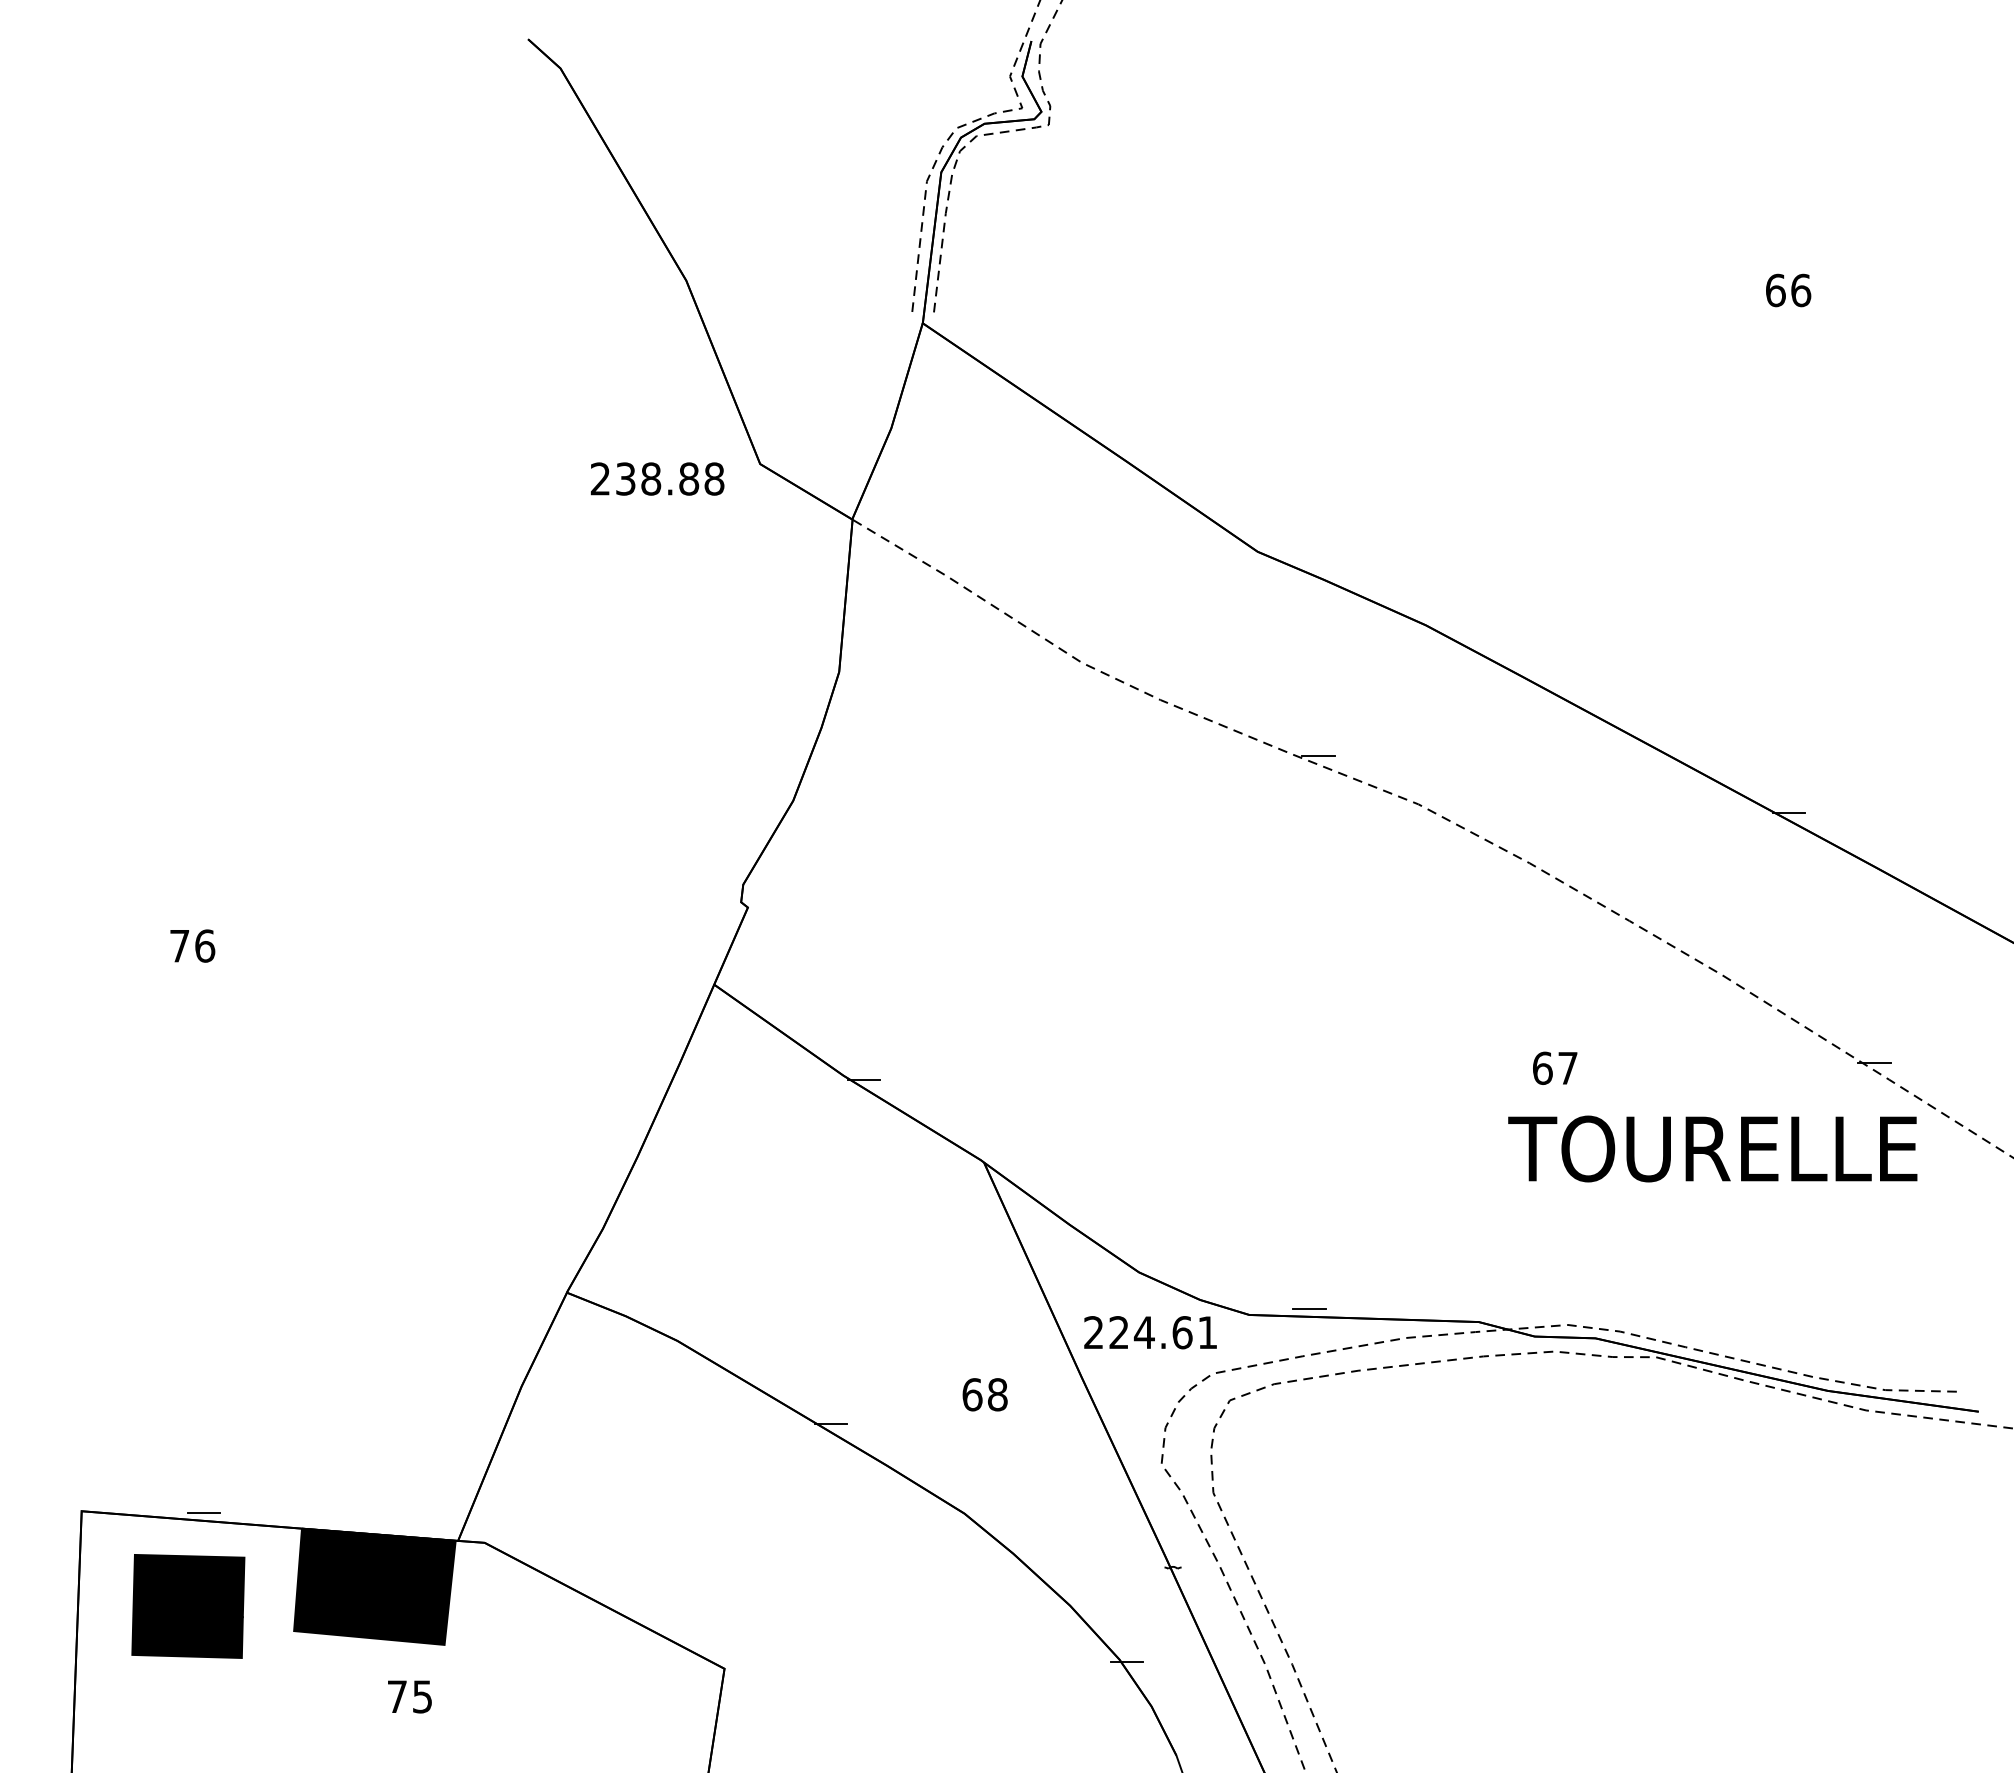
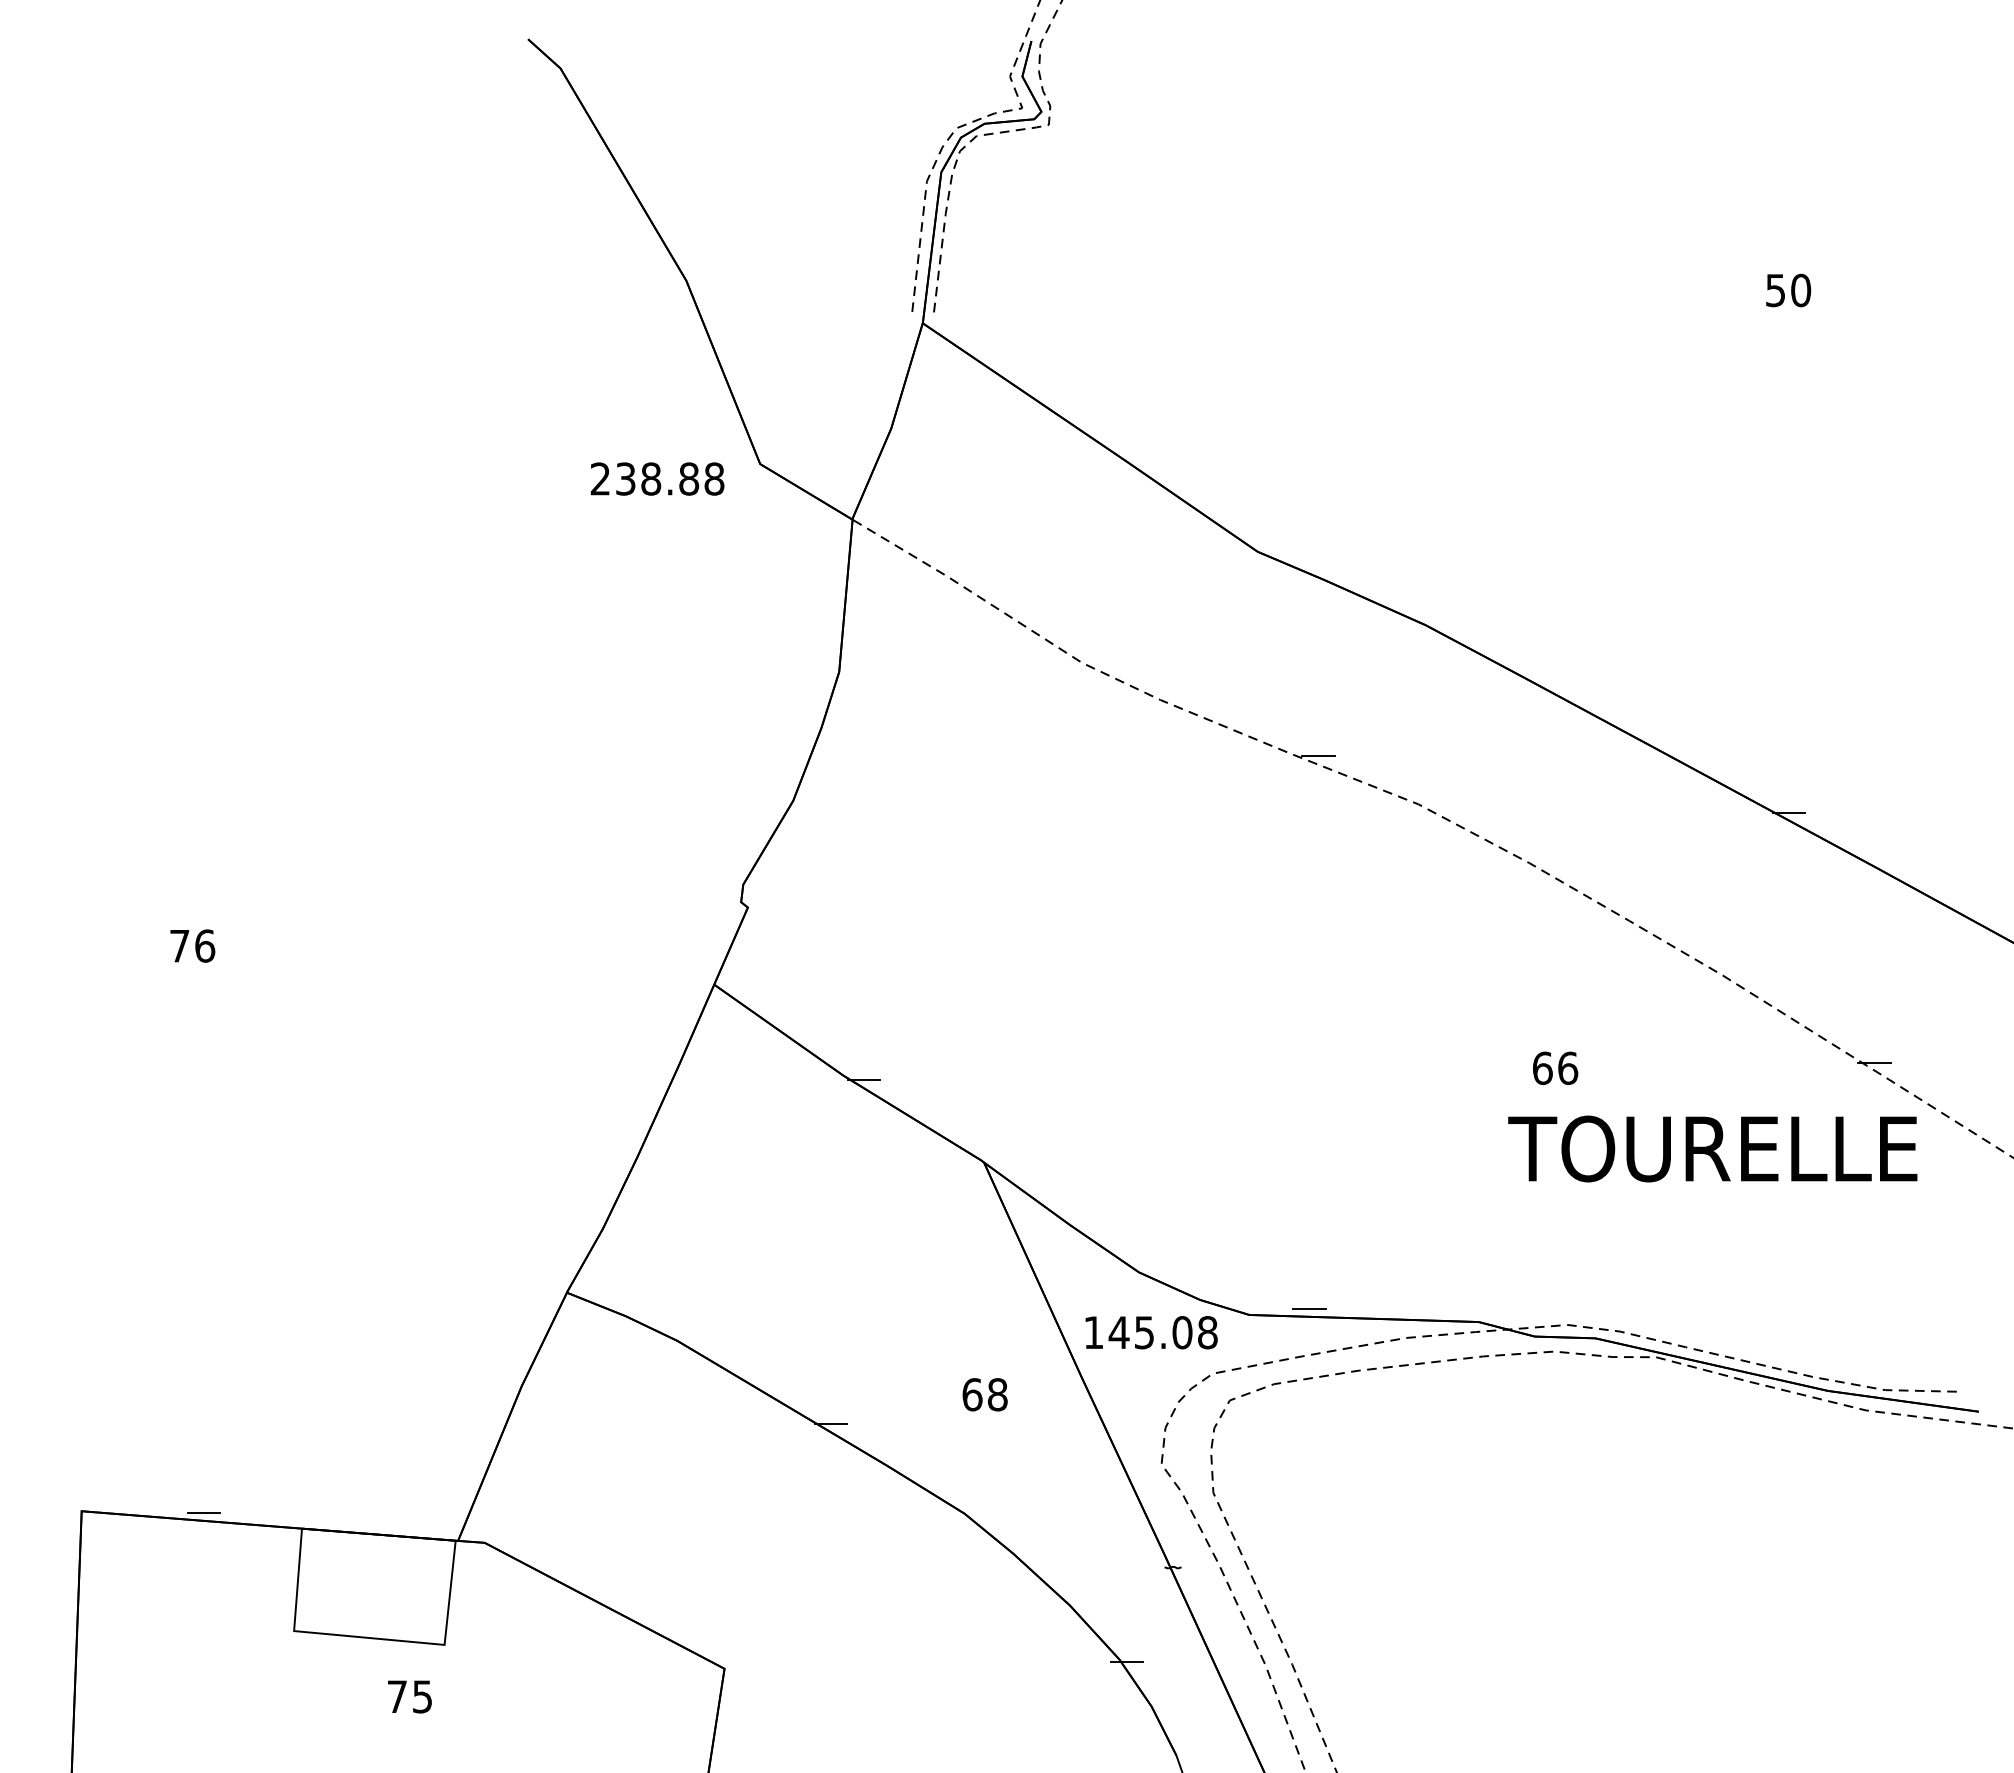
text at (1788, 290): 66 -> 50
text at (1568, 1068): 67 -> 66
text at (1150, 1332): 224.61 -> 145.08
fill at (374, 1586): present -> none
part at (188, 1606): present -> none
